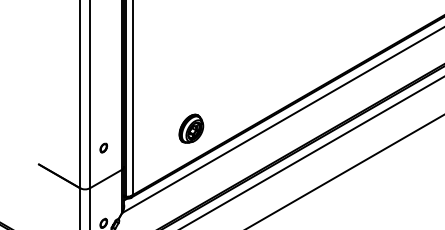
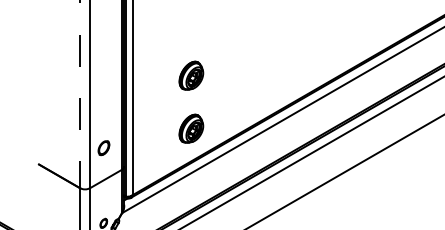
part at (191, 75): none -> present
line at (80, 94): solid -> dashed
part at (103, 147) size: 9x12 px -> 14x17 px
